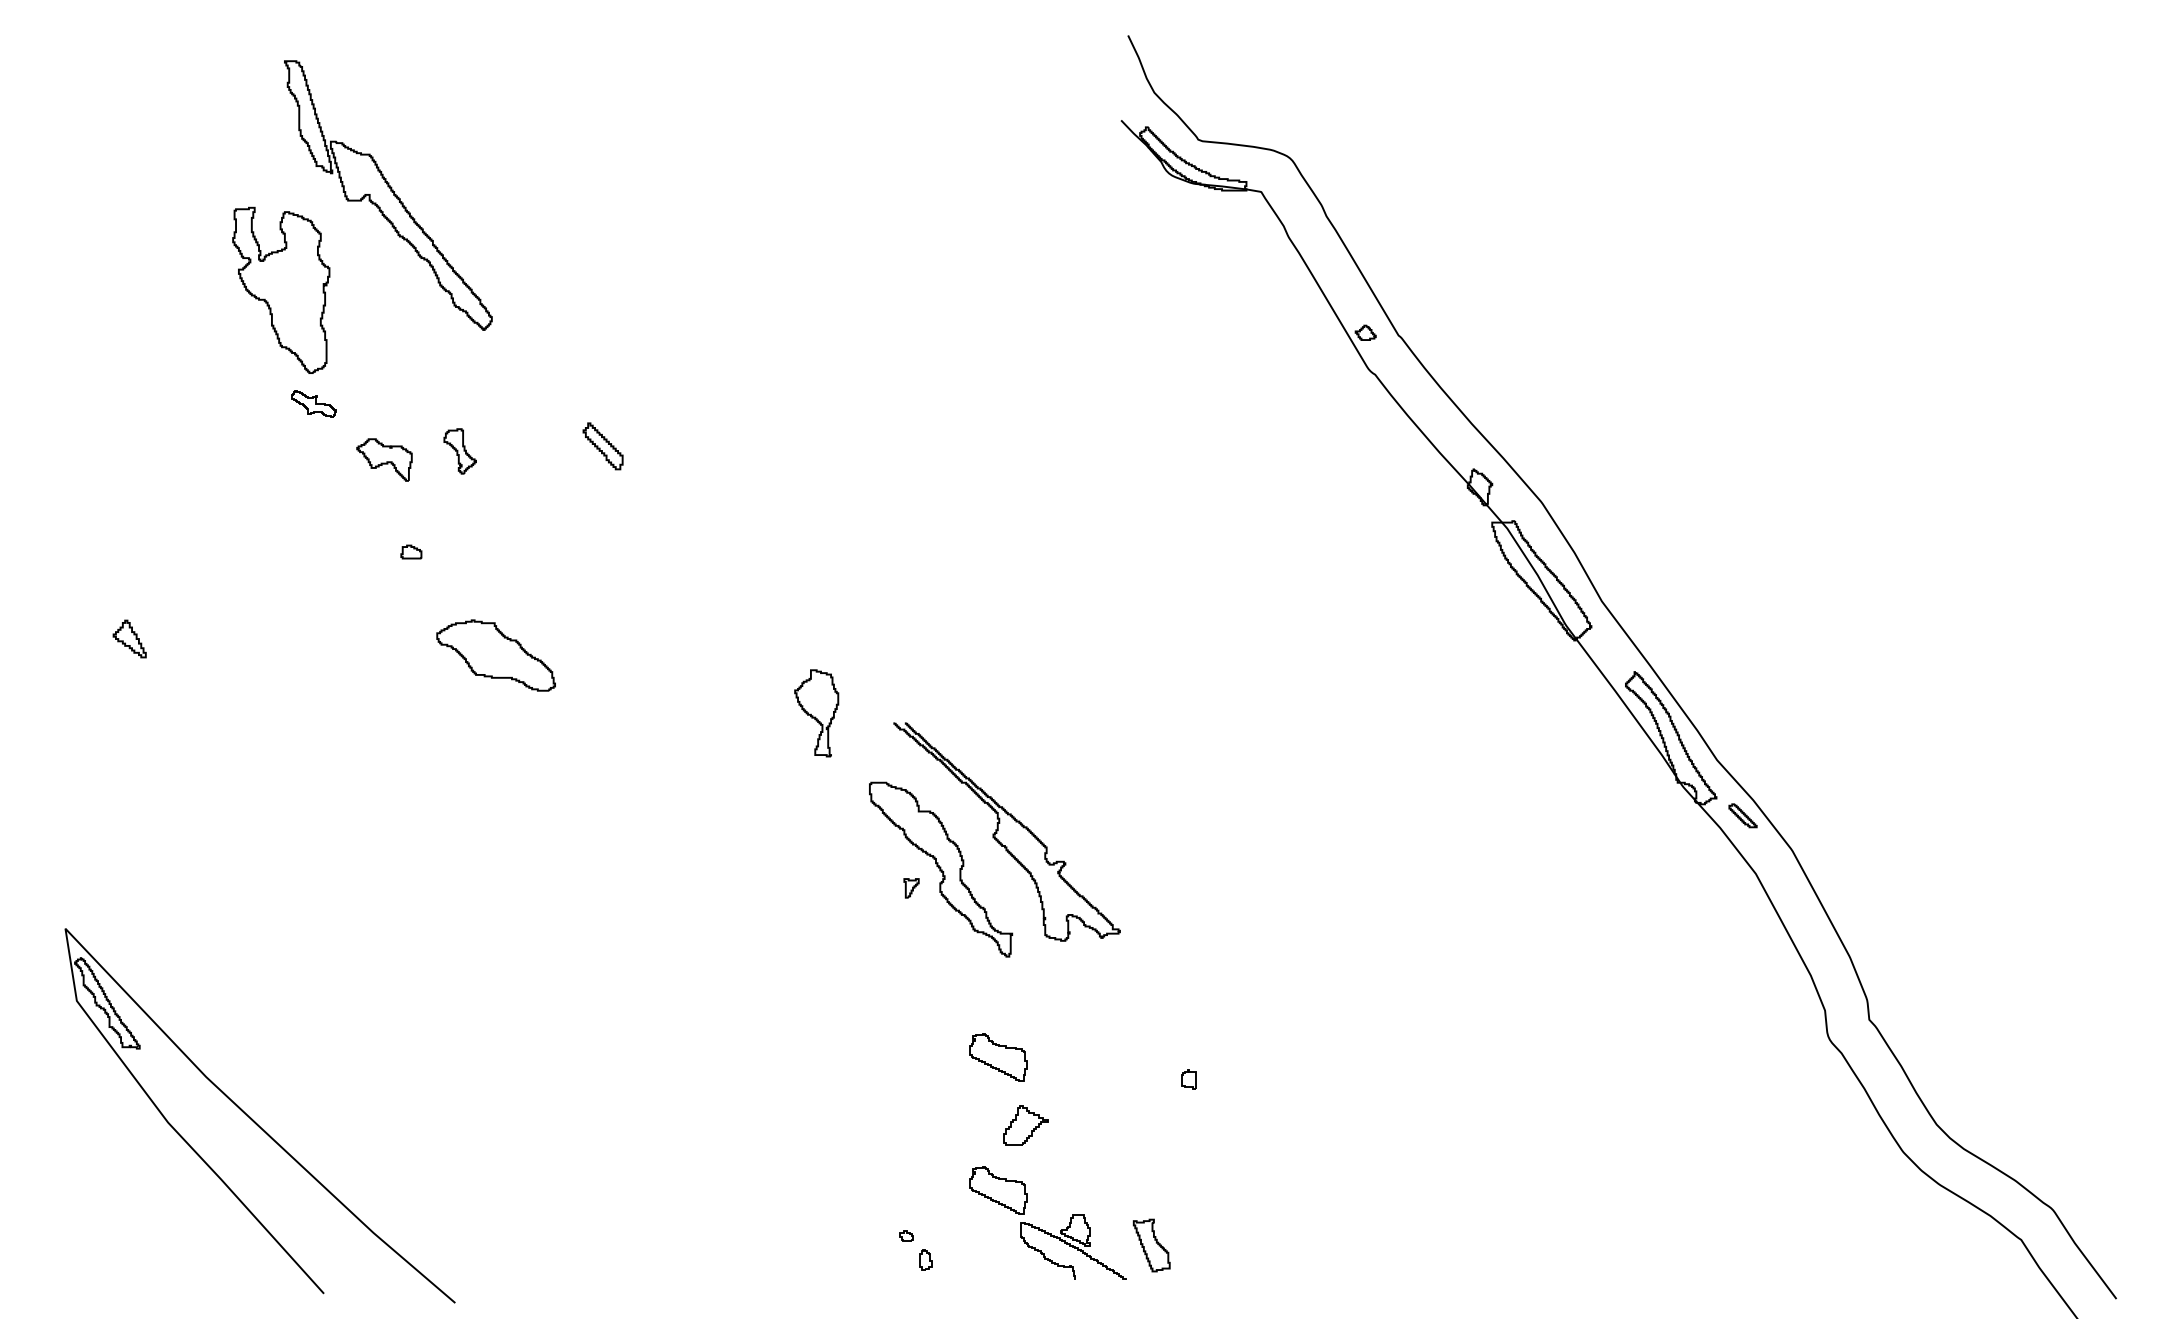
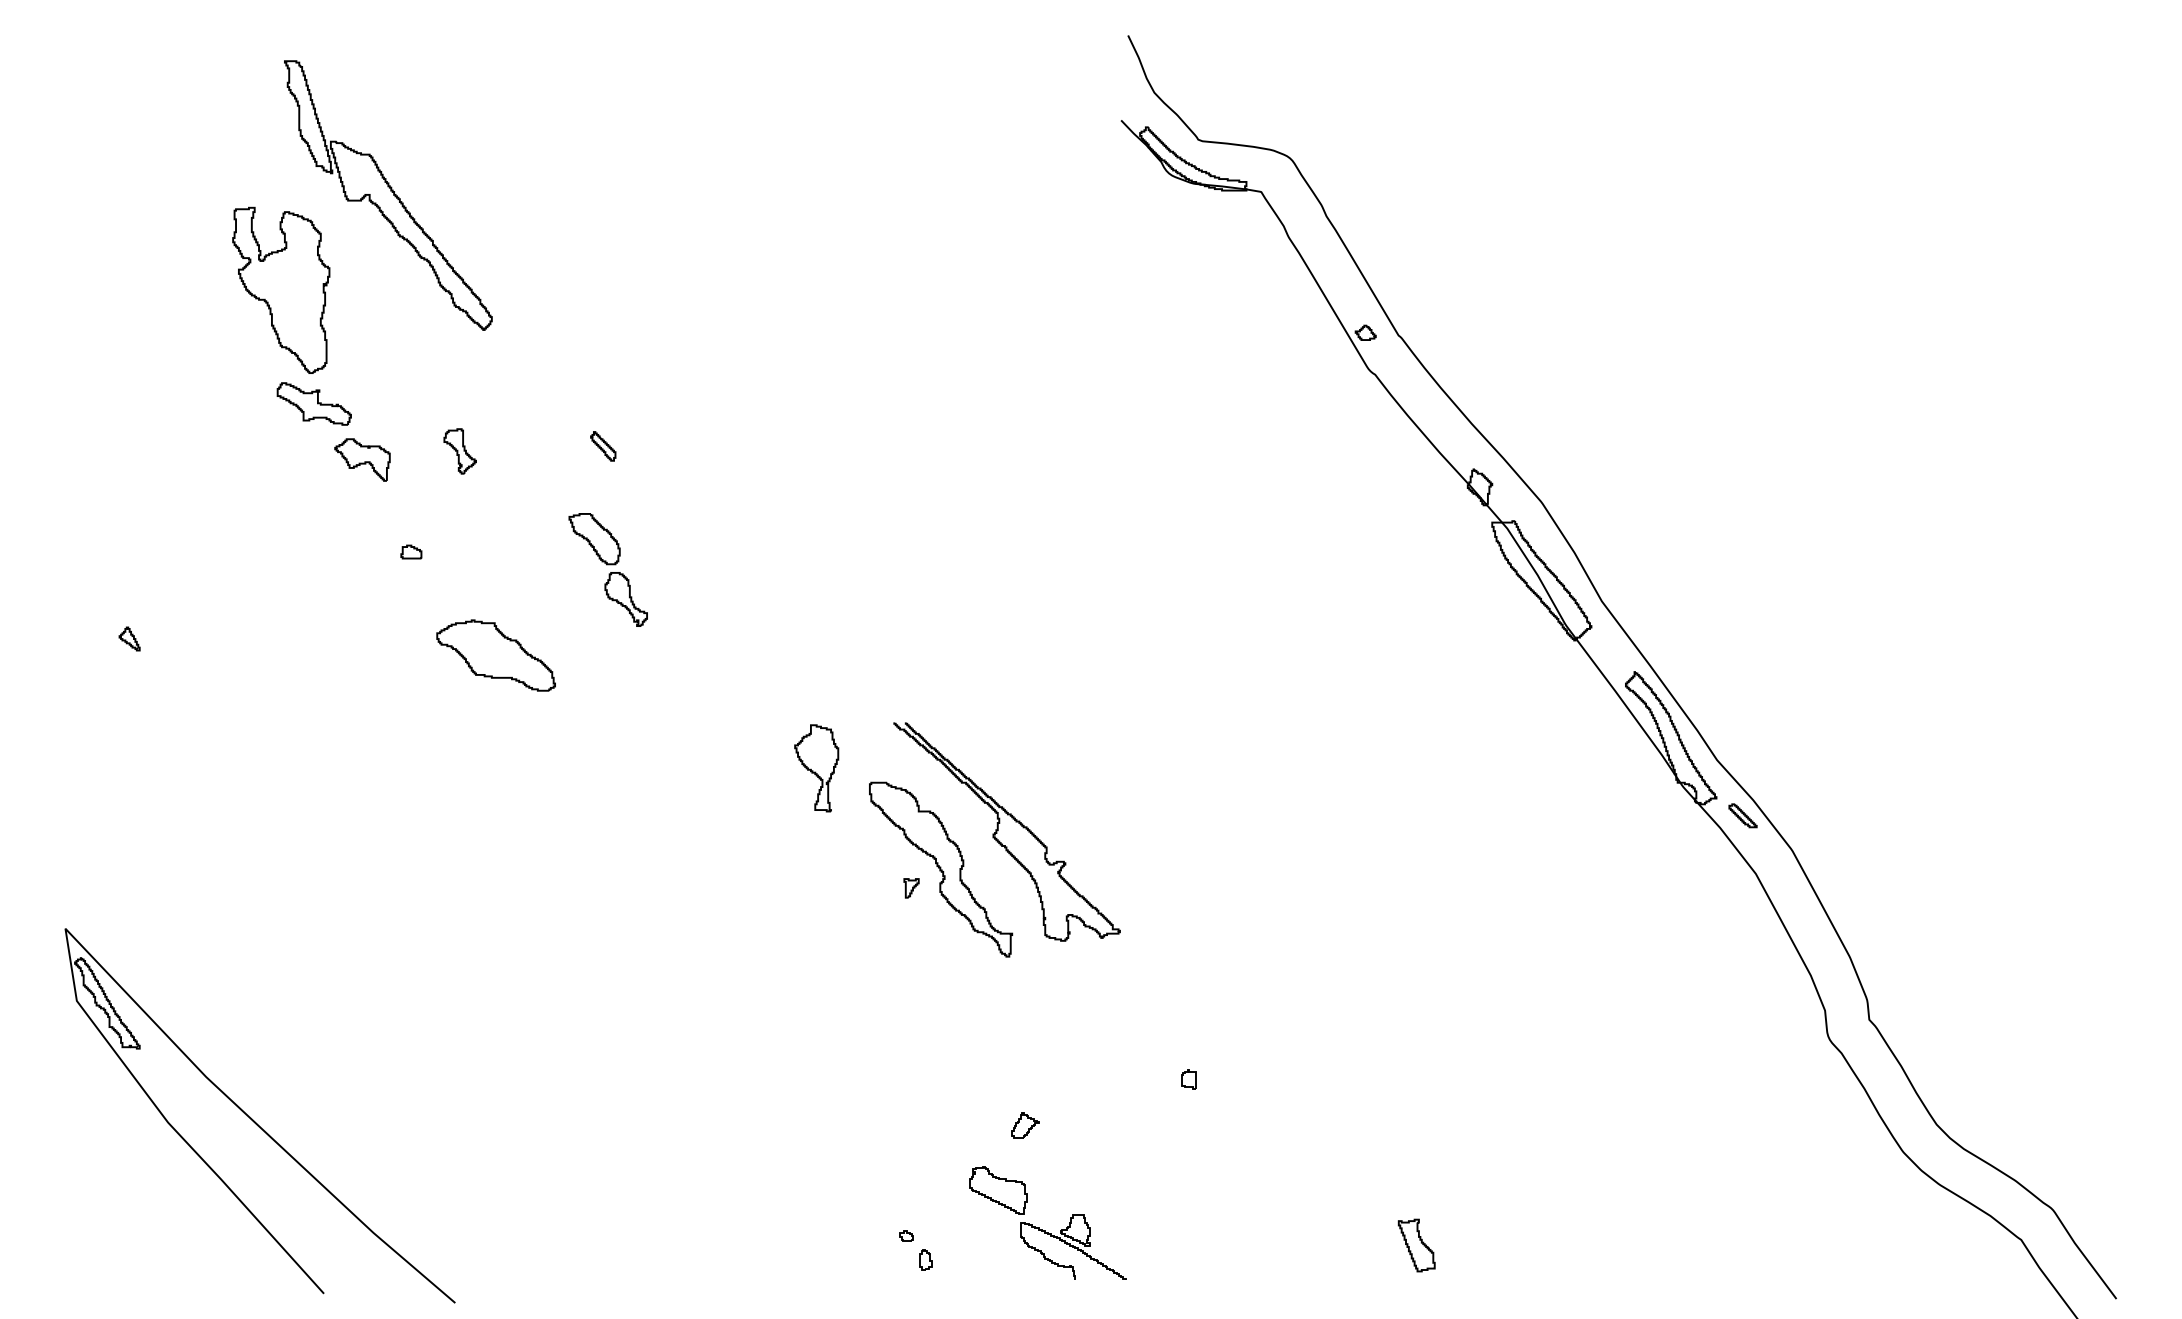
part at (313, 403) size: 46x28 px -> 76x44 px
part at (602, 446) size: 42x49 px -> 27x31 px
part at (384, 459) position: (384, 459) -> (362, 459)
part at (607, 569): none -> present
part at (129, 638) size: 35x40 px -> 23x26 px
part at (816, 713) position: (816, 713) -> (816, 768)
part at (998, 1057): present -> none
part at (1025, 1125) size: 46x41 px -> 29x27 px
part at (1151, 1245) position: (1151, 1245) -> (1416, 1245)
